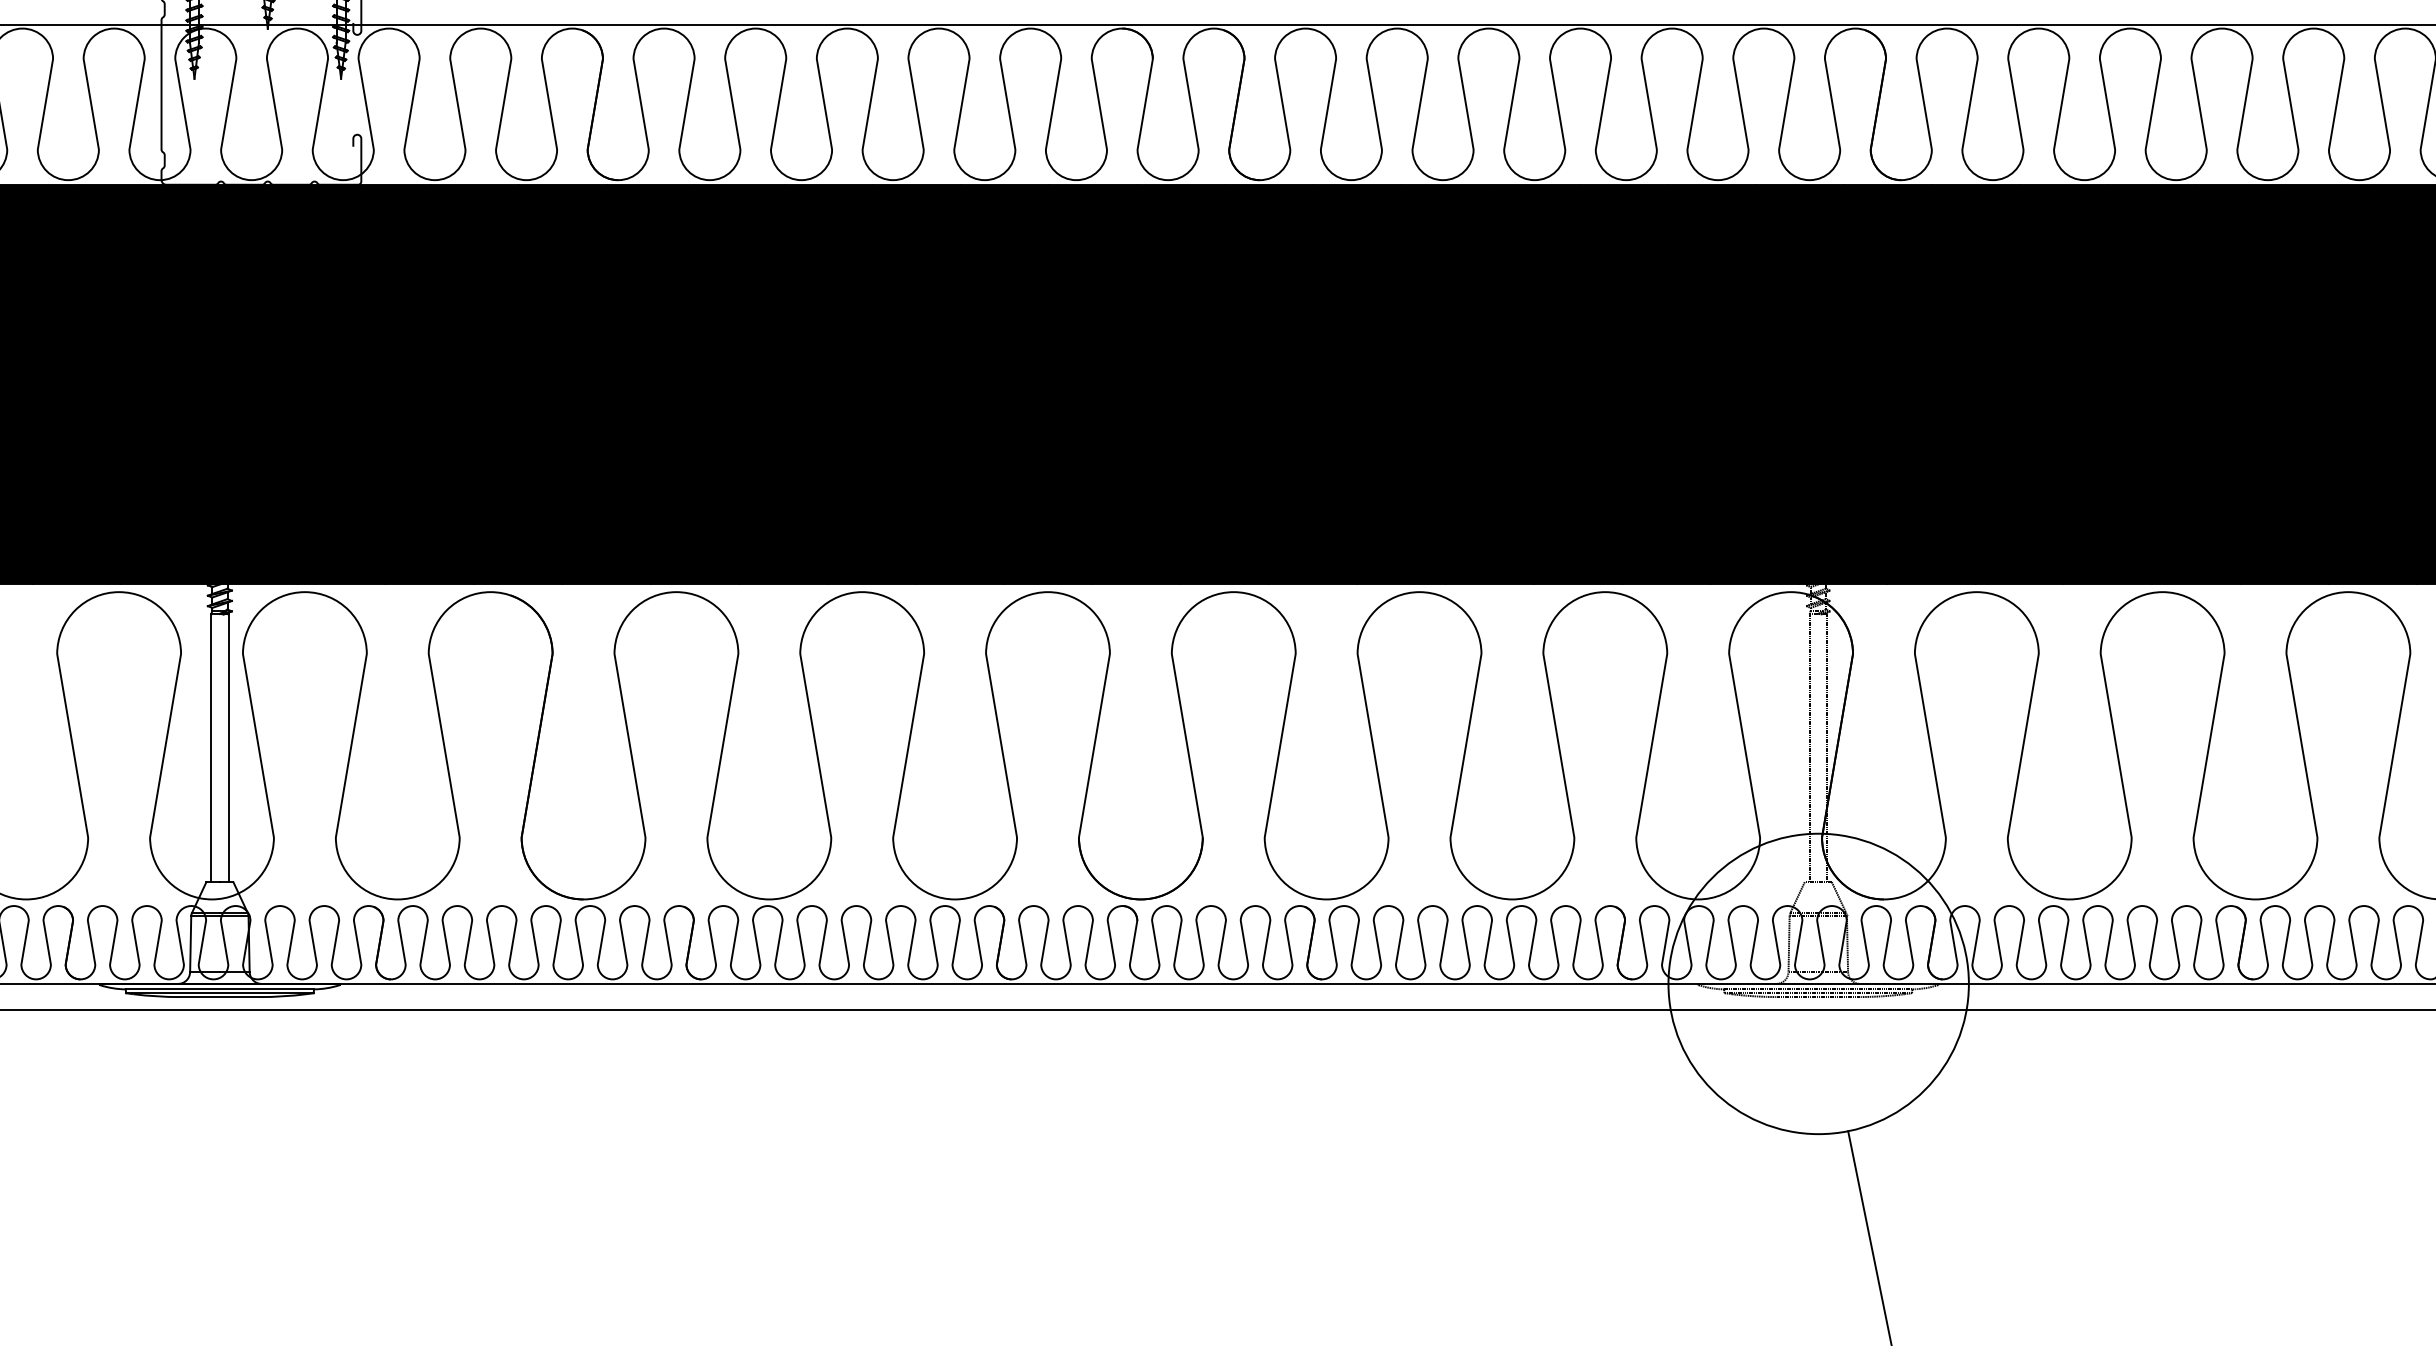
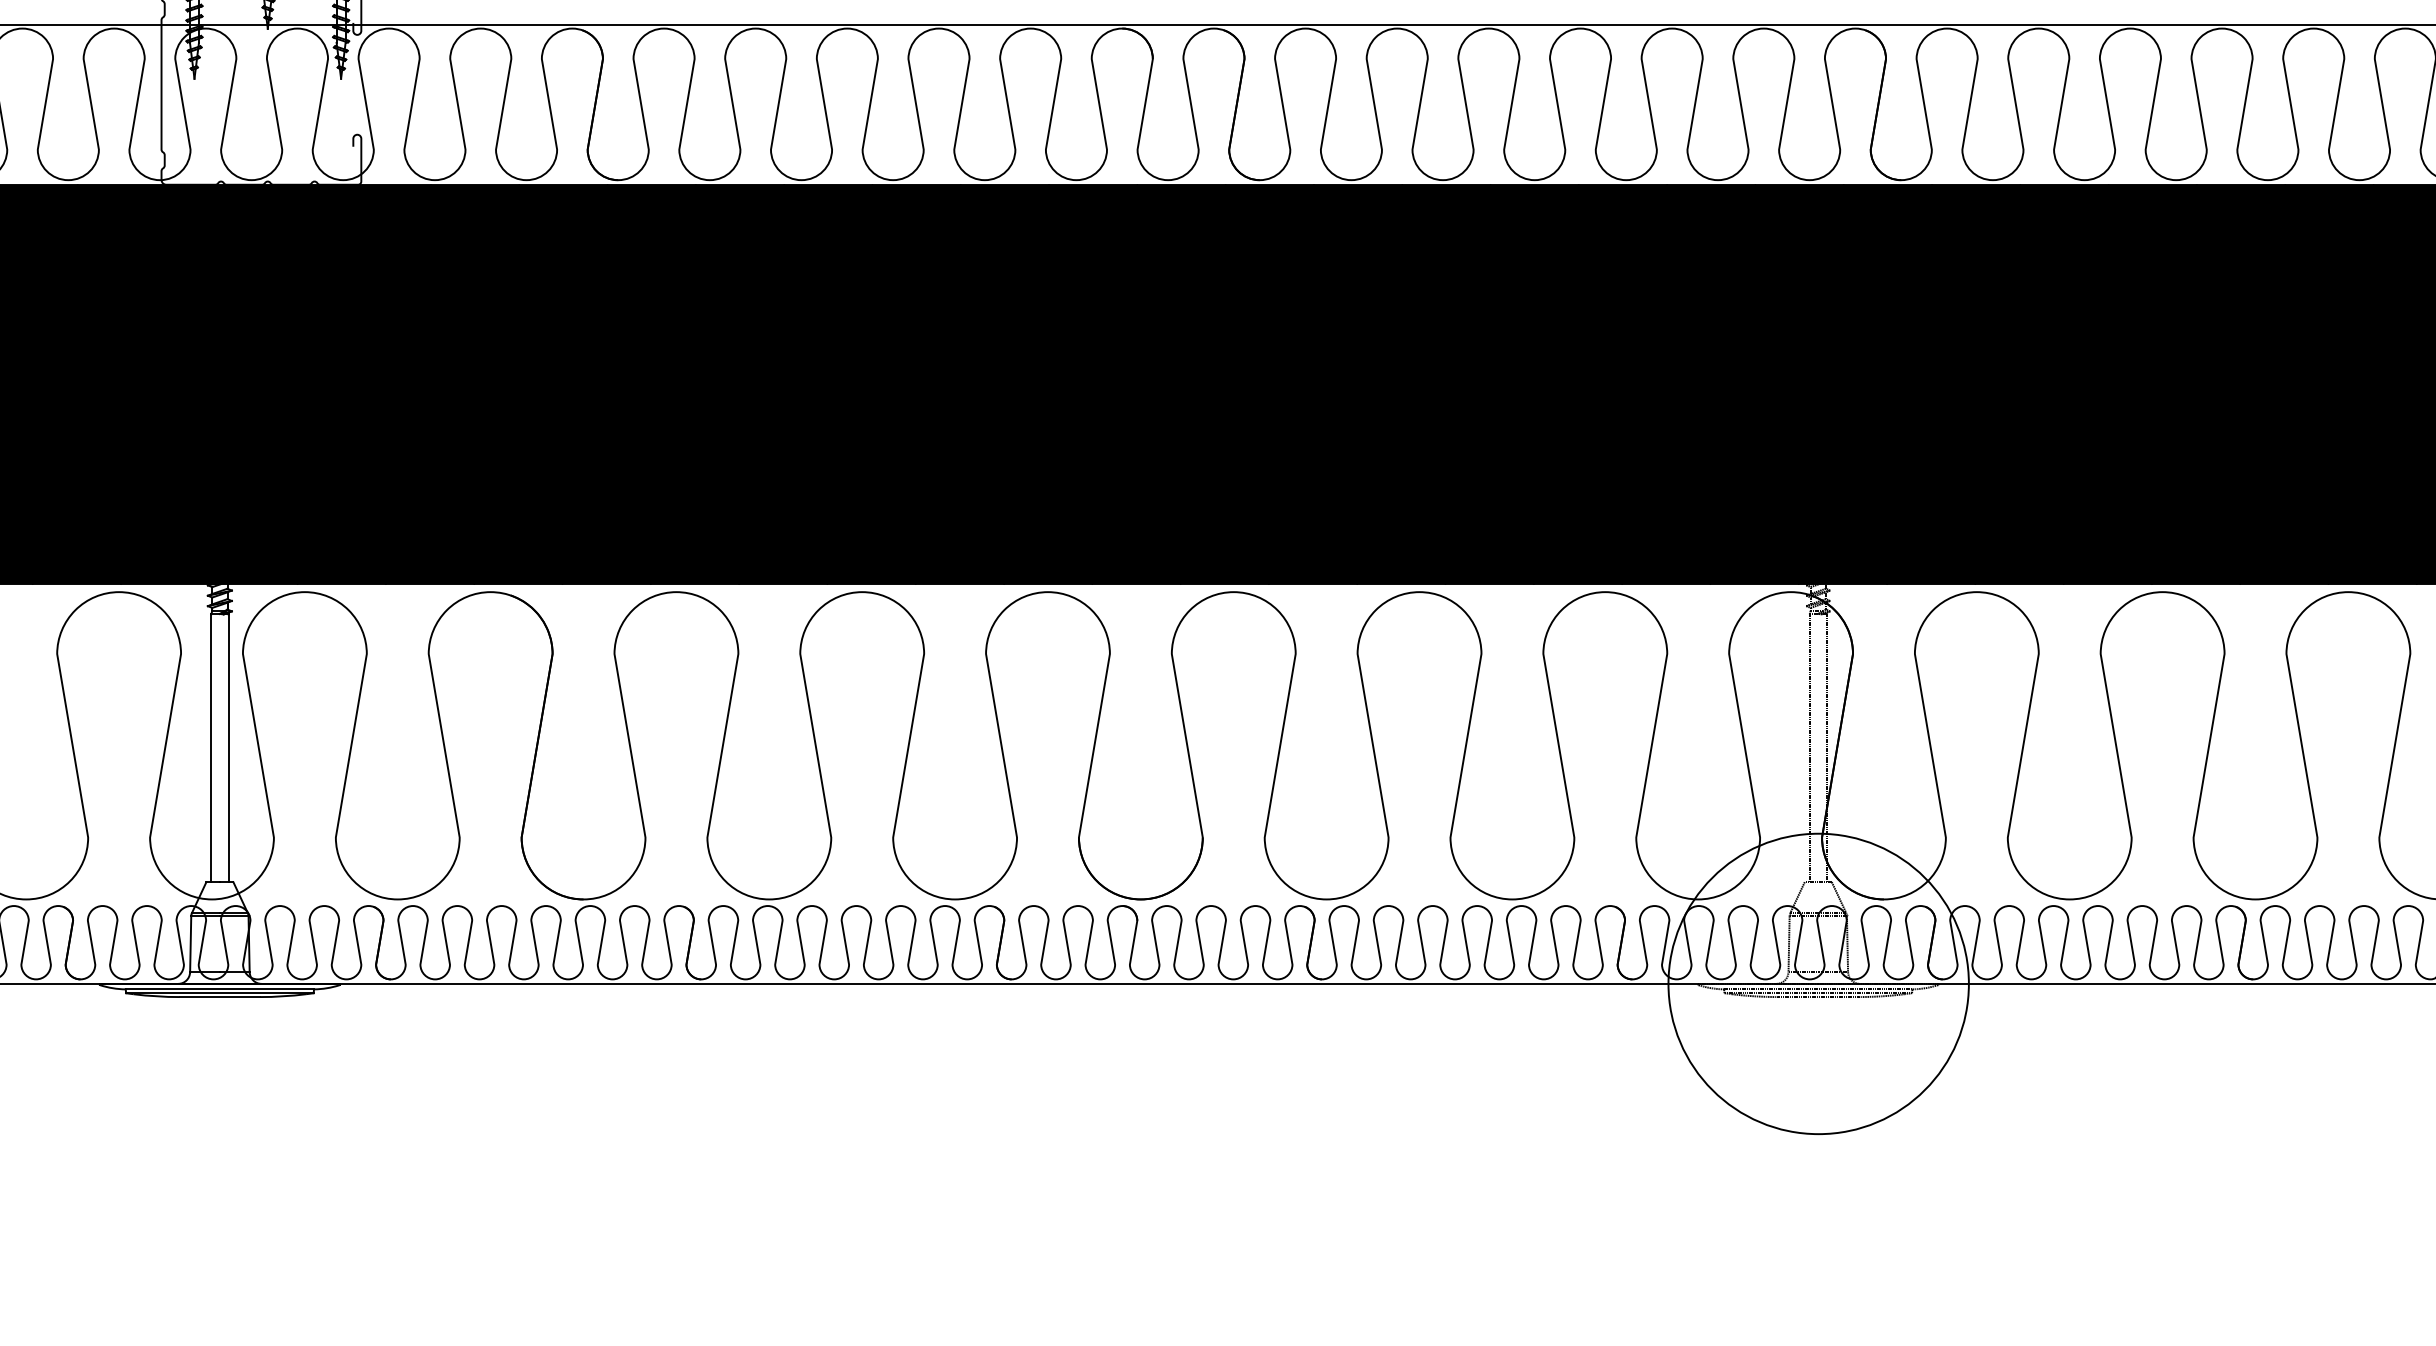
line at (1217, 1009): present -> none
line at (1869, 1236): present -> none
